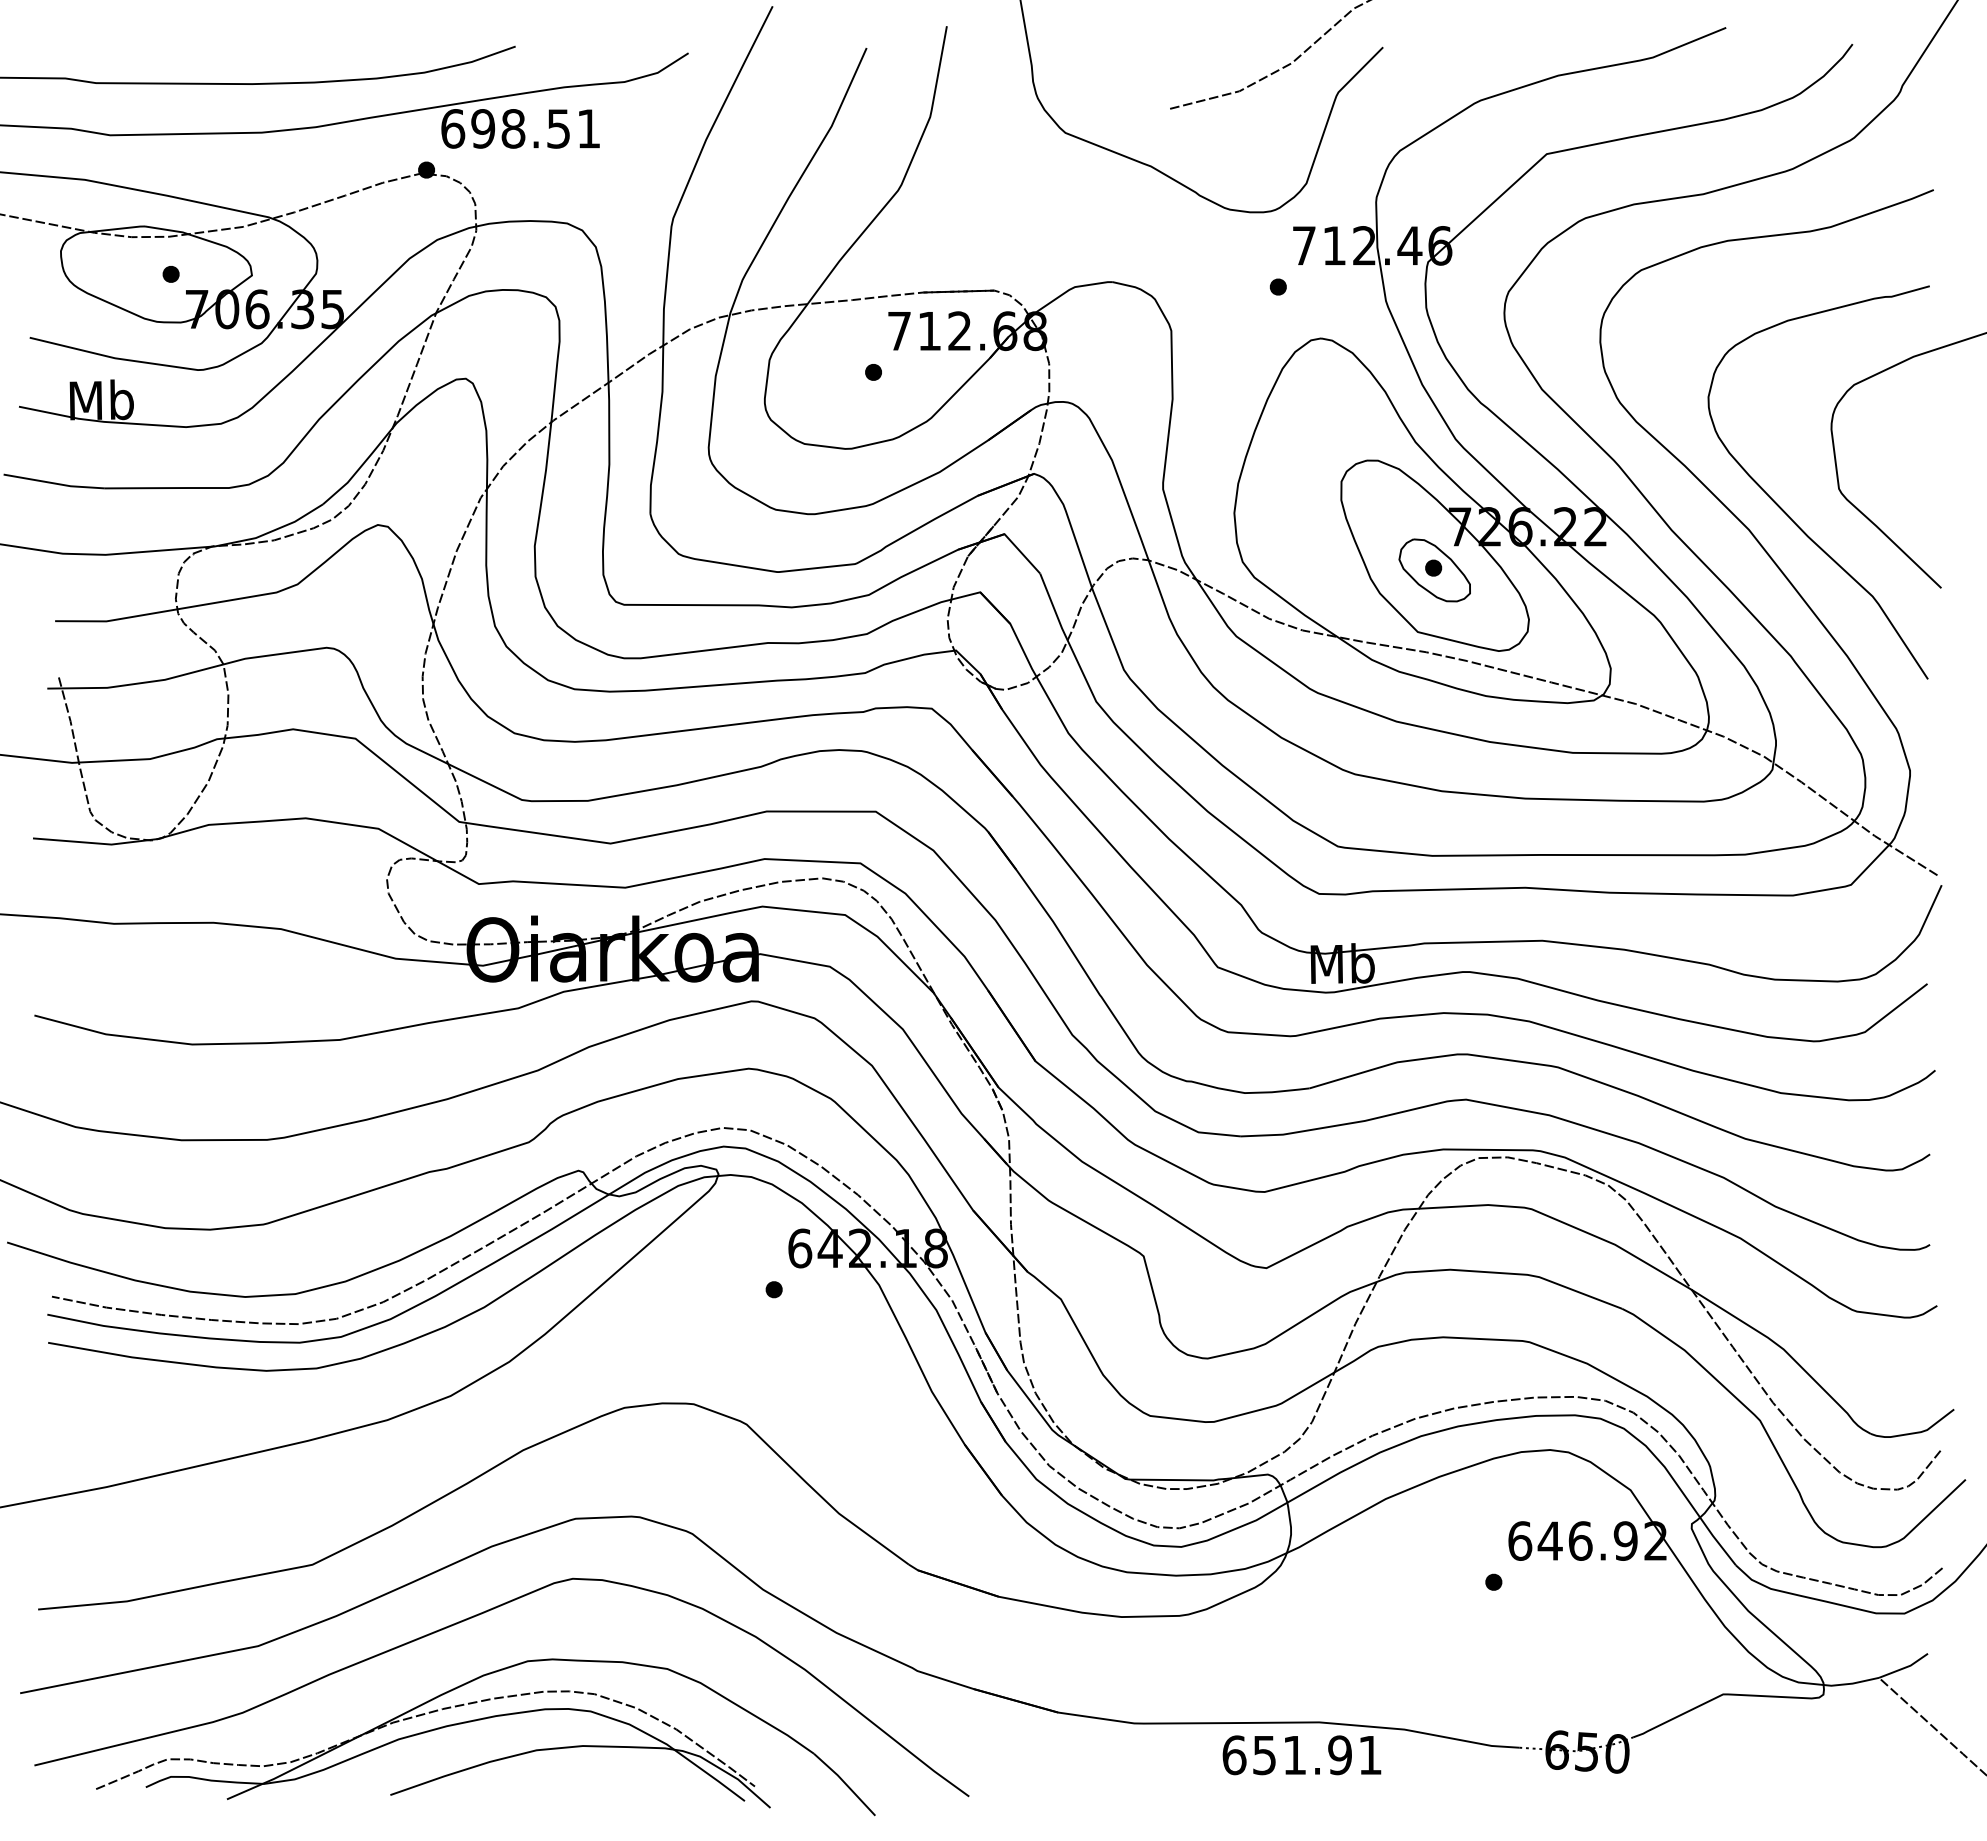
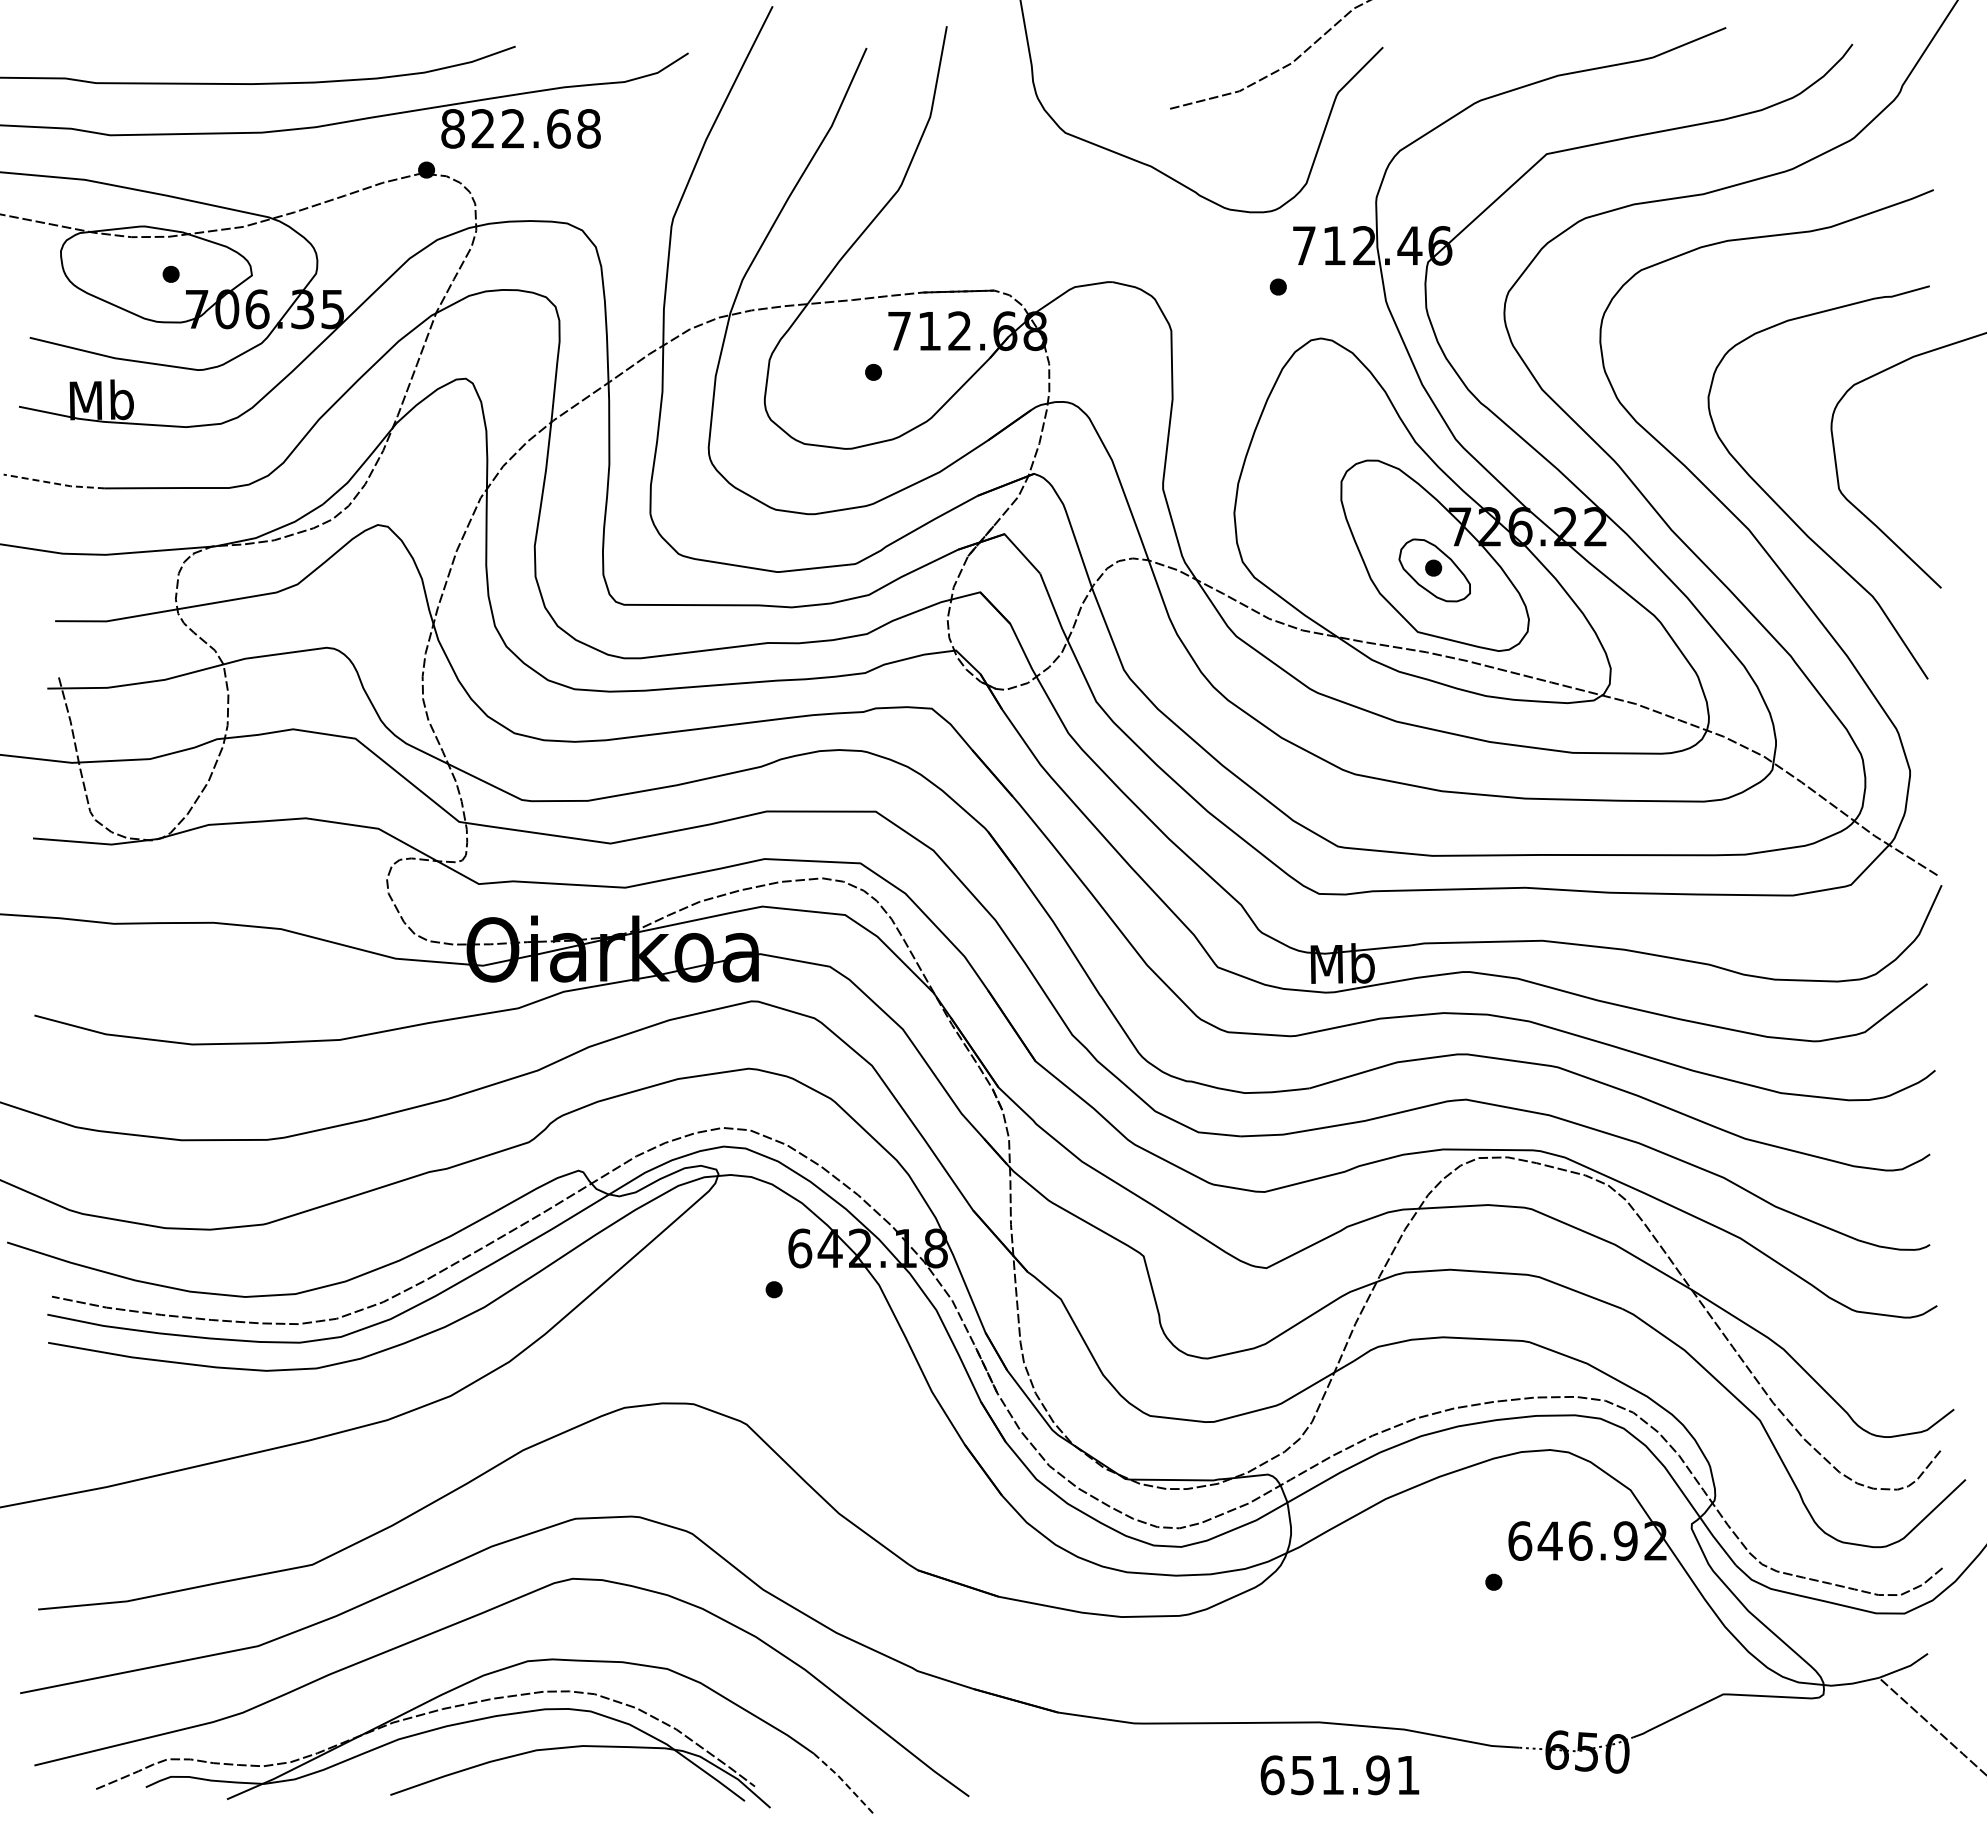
text at (520, 128): 698.51 -> 822.68
line at (54, 483): solid -> dashed
text at (1301, 1755) position: (1301, 1755) -> (1339, 1775)
line at (845, 1783): solid -> dashed
